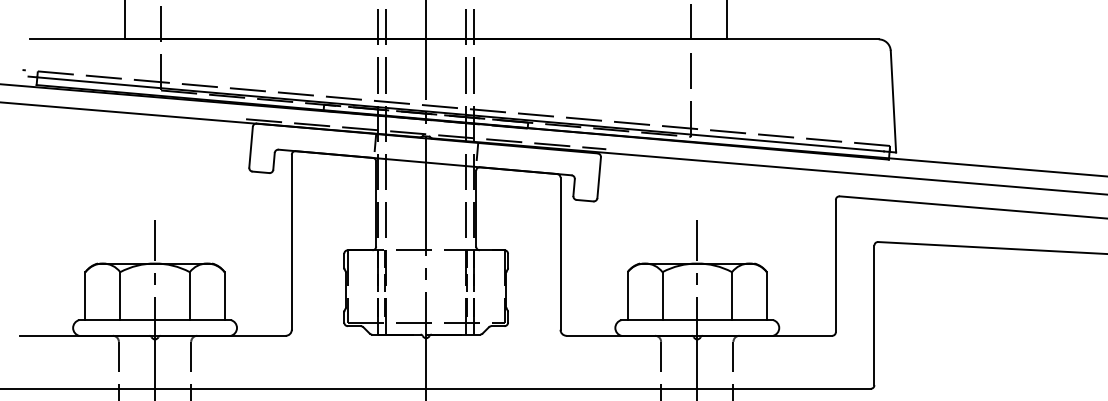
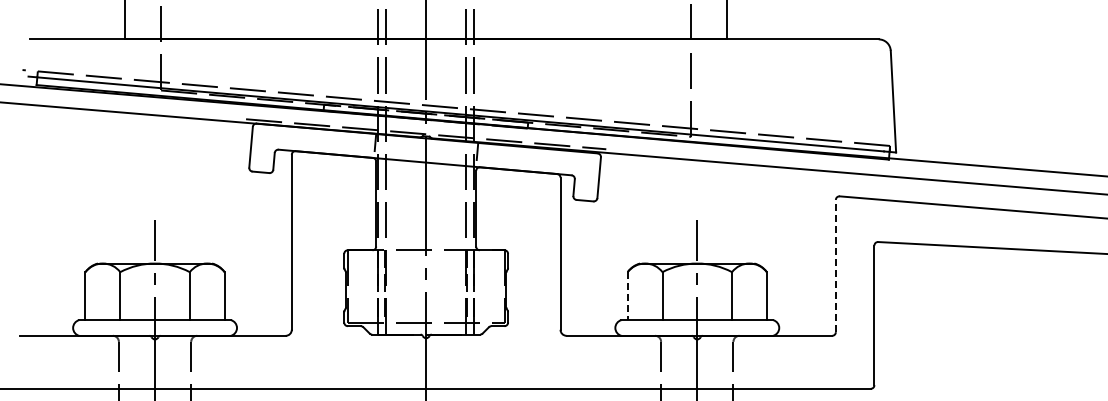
line at (835, 265): solid -> dashed
line at (627, 296): solid -> dashed
